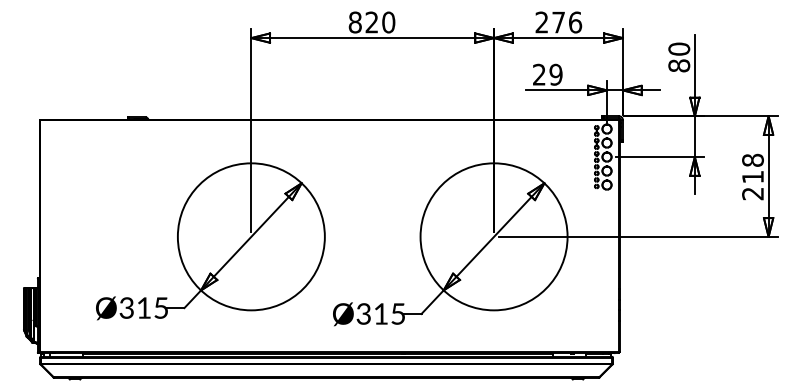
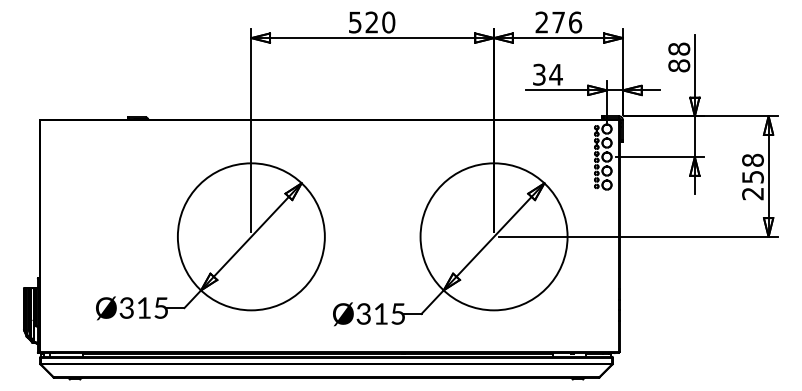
text at (354, 22): 820 -> 520
text at (678, 48): 80 -> 88
text at (547, 74): 29 -> 34
text at (752, 177): 218 -> 258
